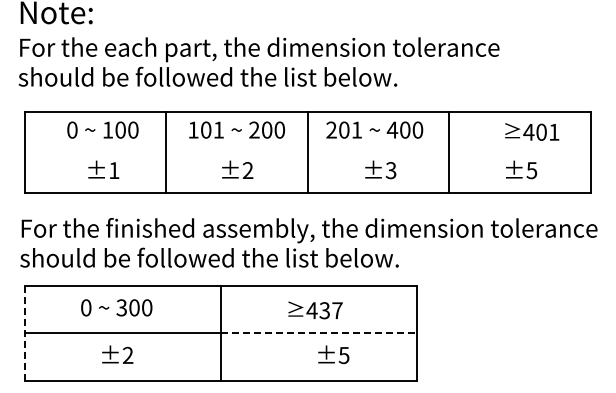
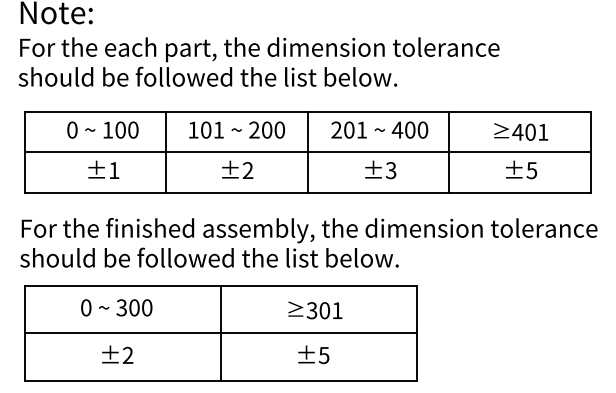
text at (374, 129) position: (374, 129) -> (379, 129)
text at (532, 131) position: (532, 131) -> (521, 131)
line at (307, 152): none -> present
text at (324, 310): 437 -> 301
line at (24, 333): dashed -> solid
line at (319, 333): dashed -> solid
text at (333, 354) position: (333, 354) -> (313, 354)
